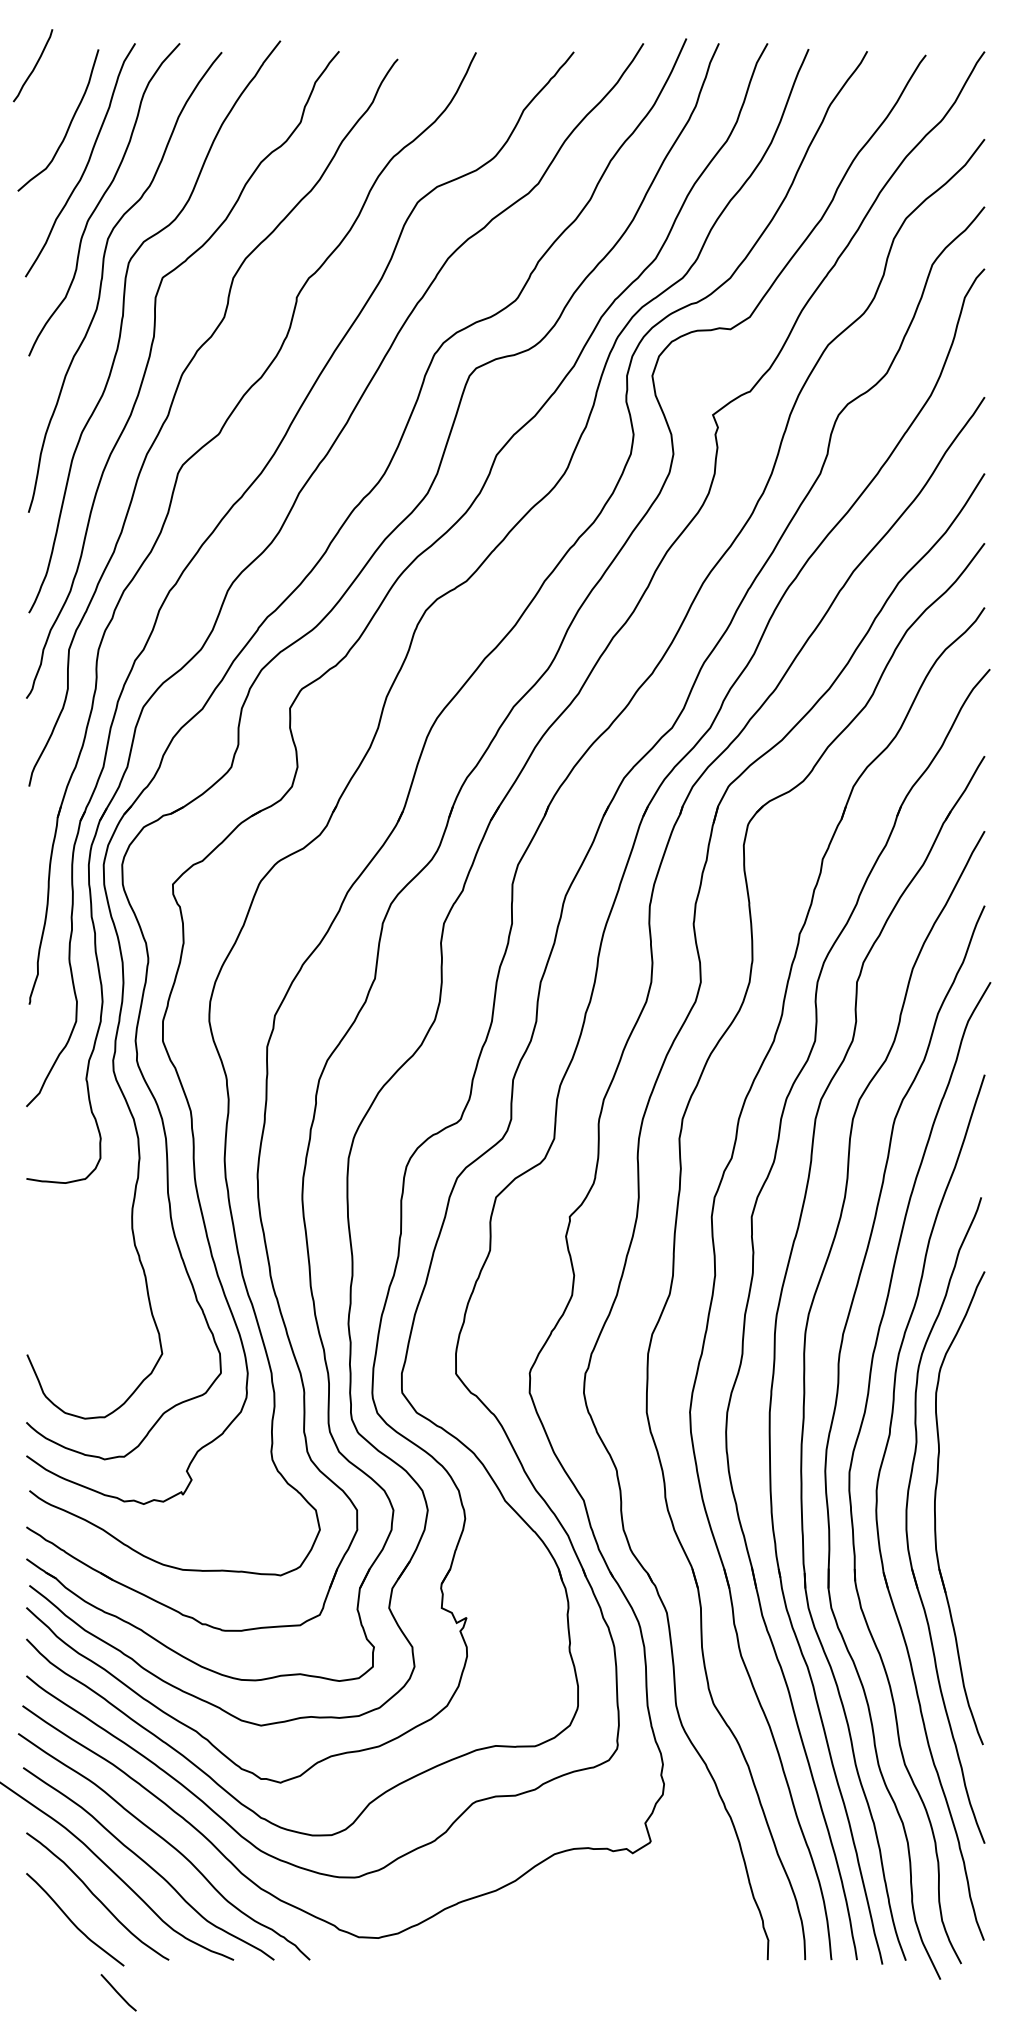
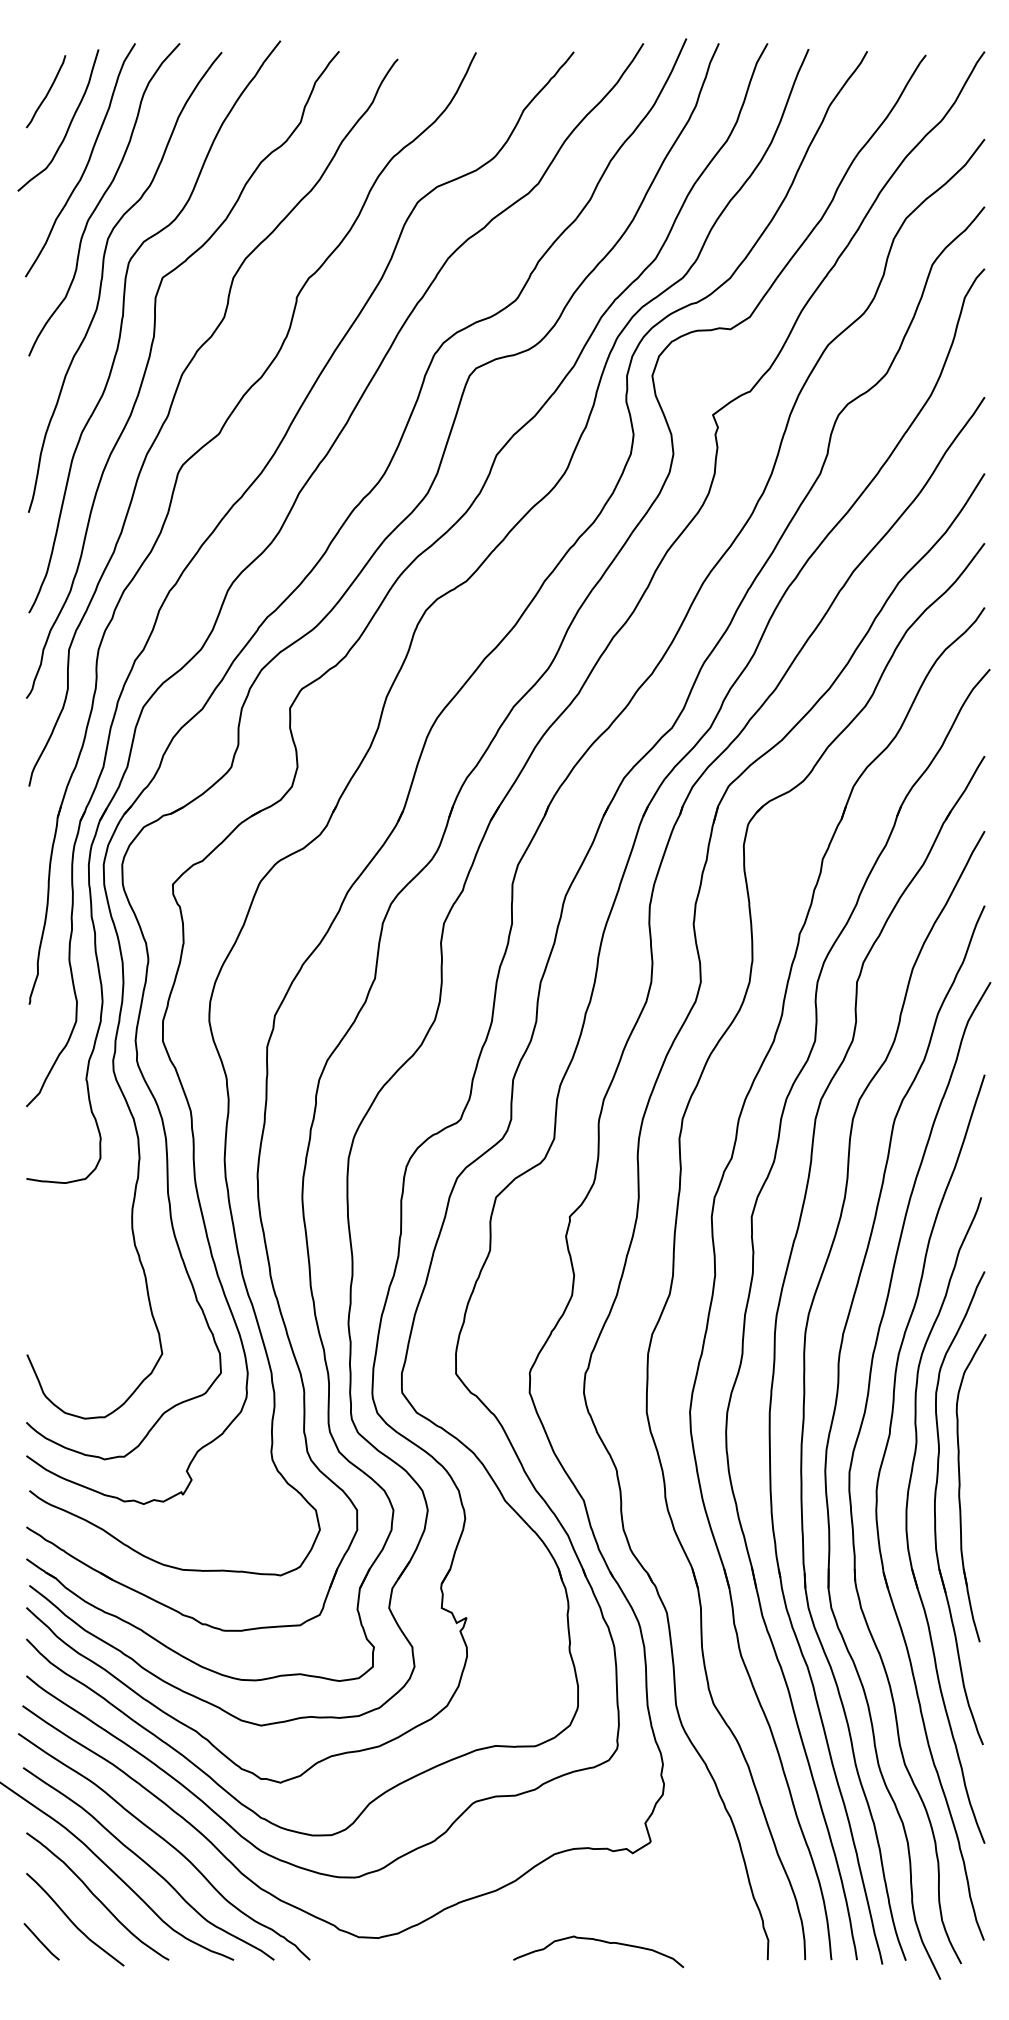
curve at (34, 65) position: (34, 65) -> (47, 91)
part at (960, 1488): none -> present
curve at (598, 1941): none -> present
line at (118, 1992) position: (118, 1992) -> (41, 1941)
